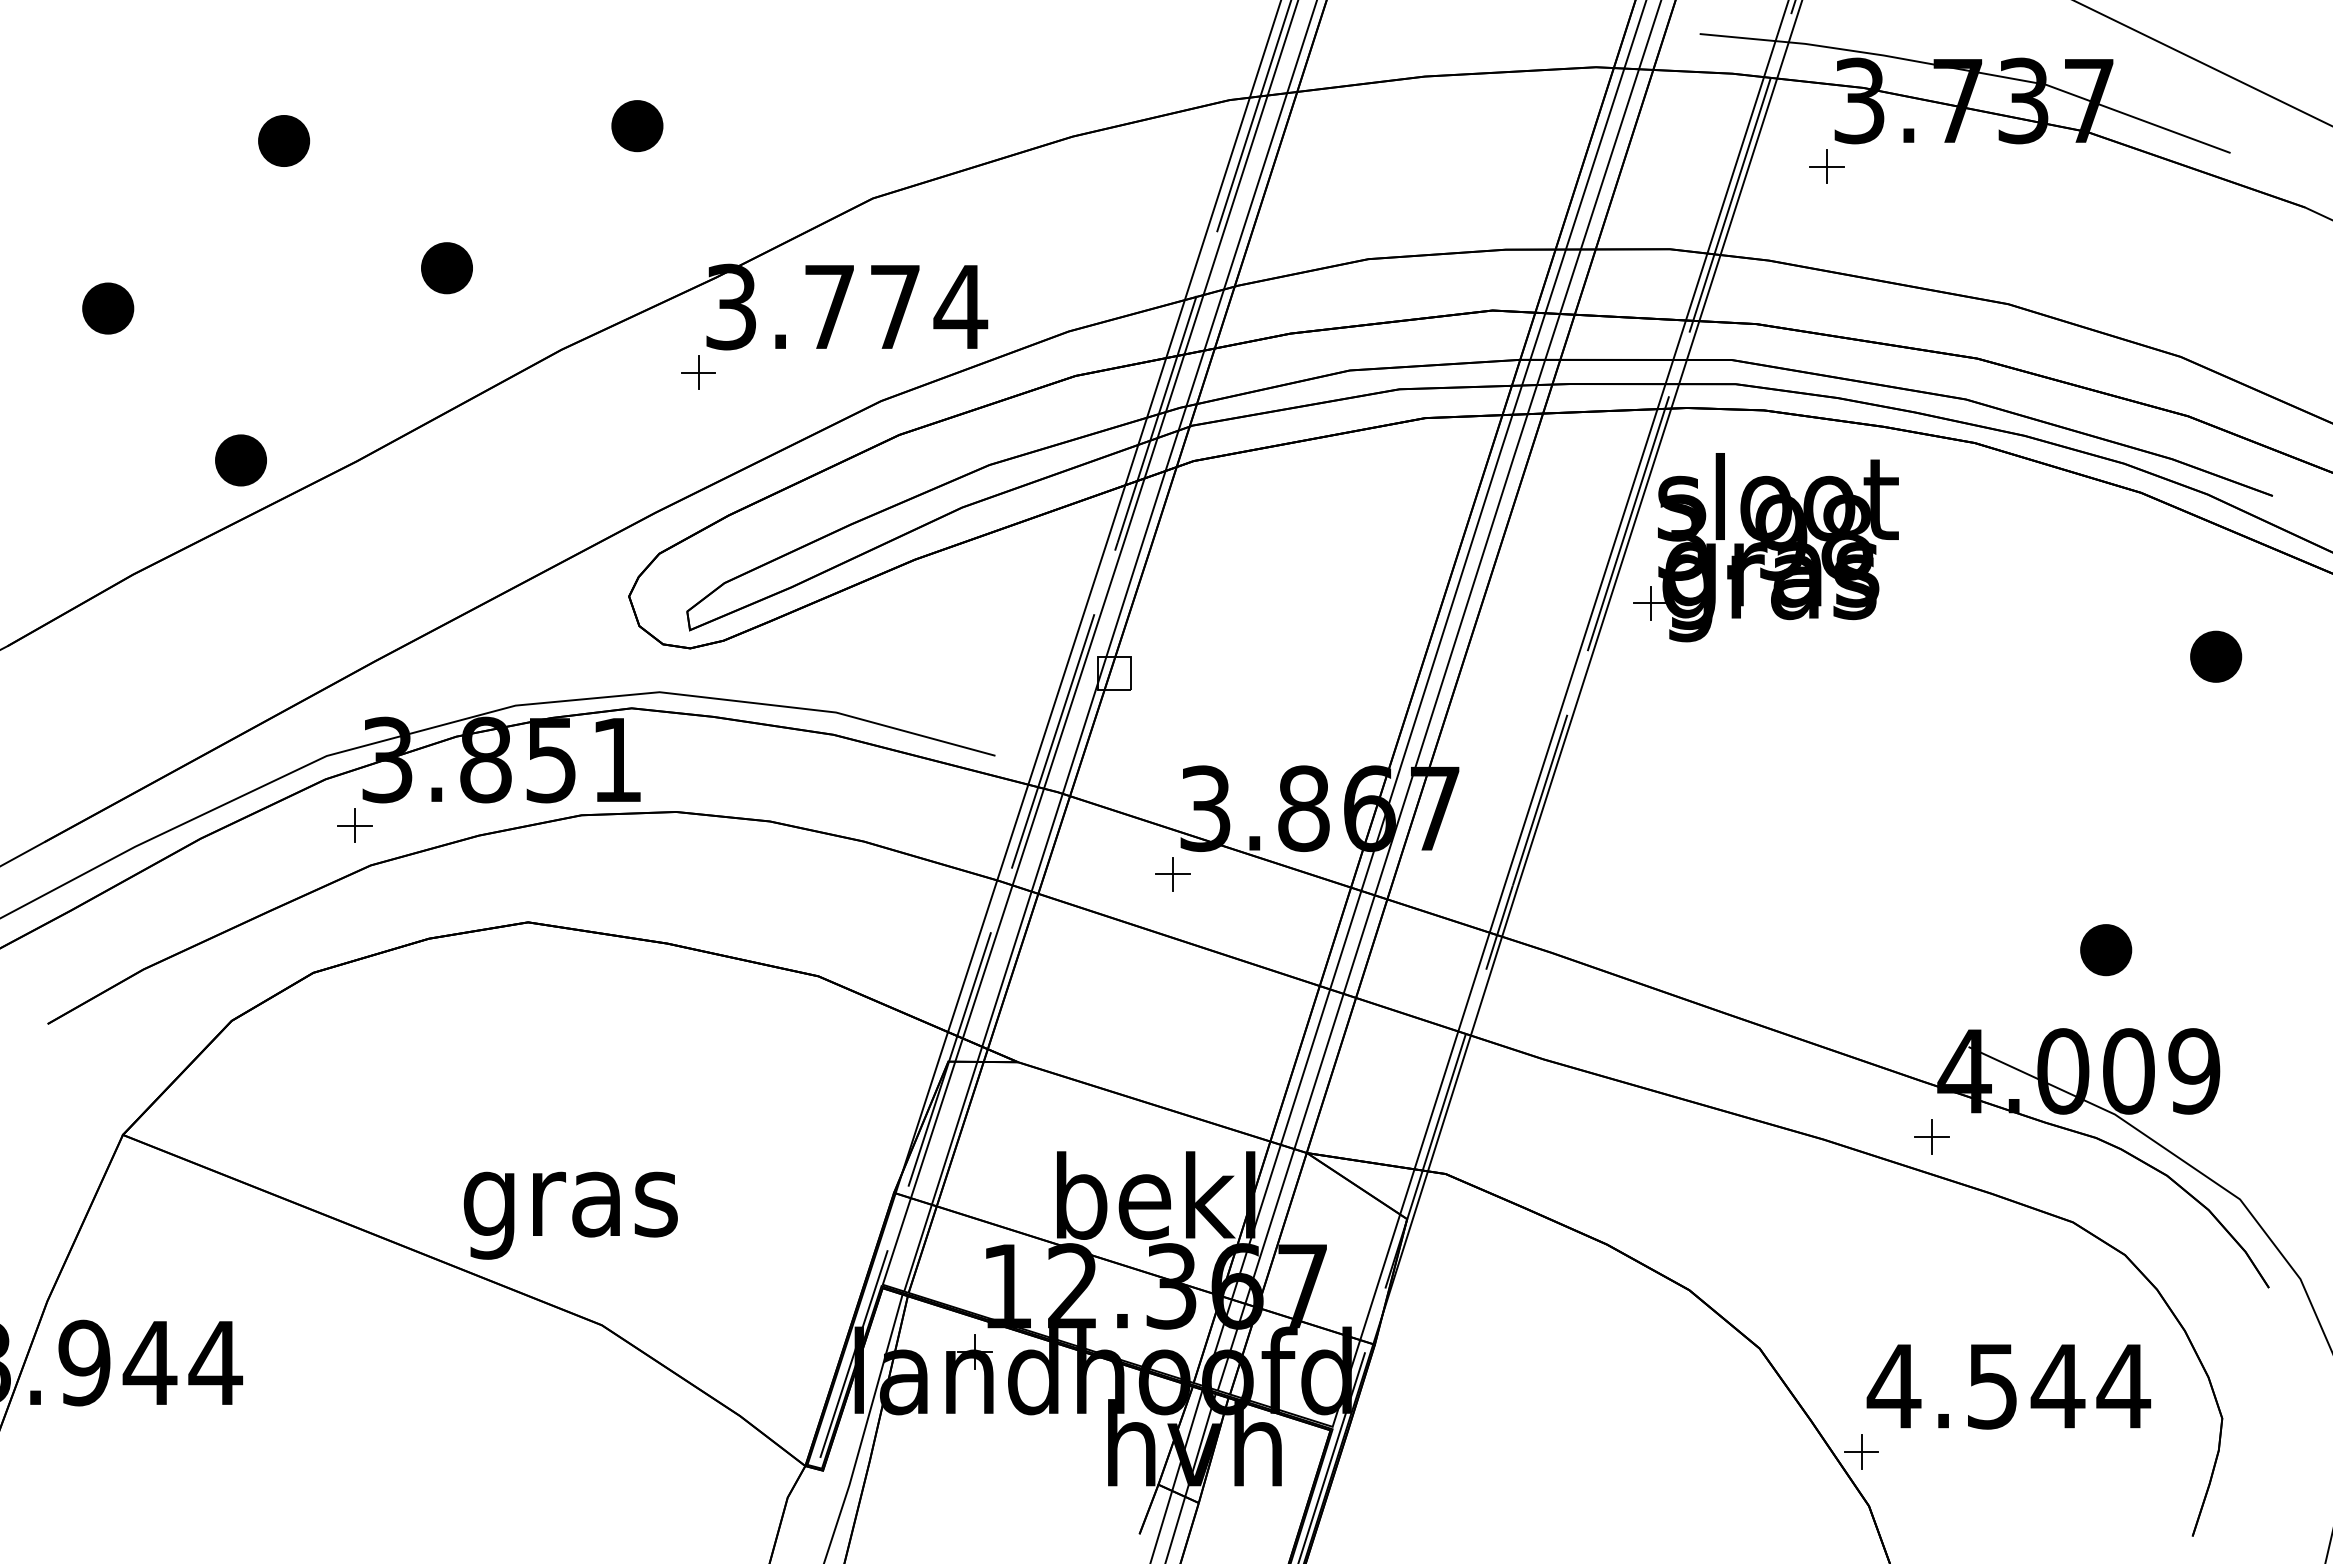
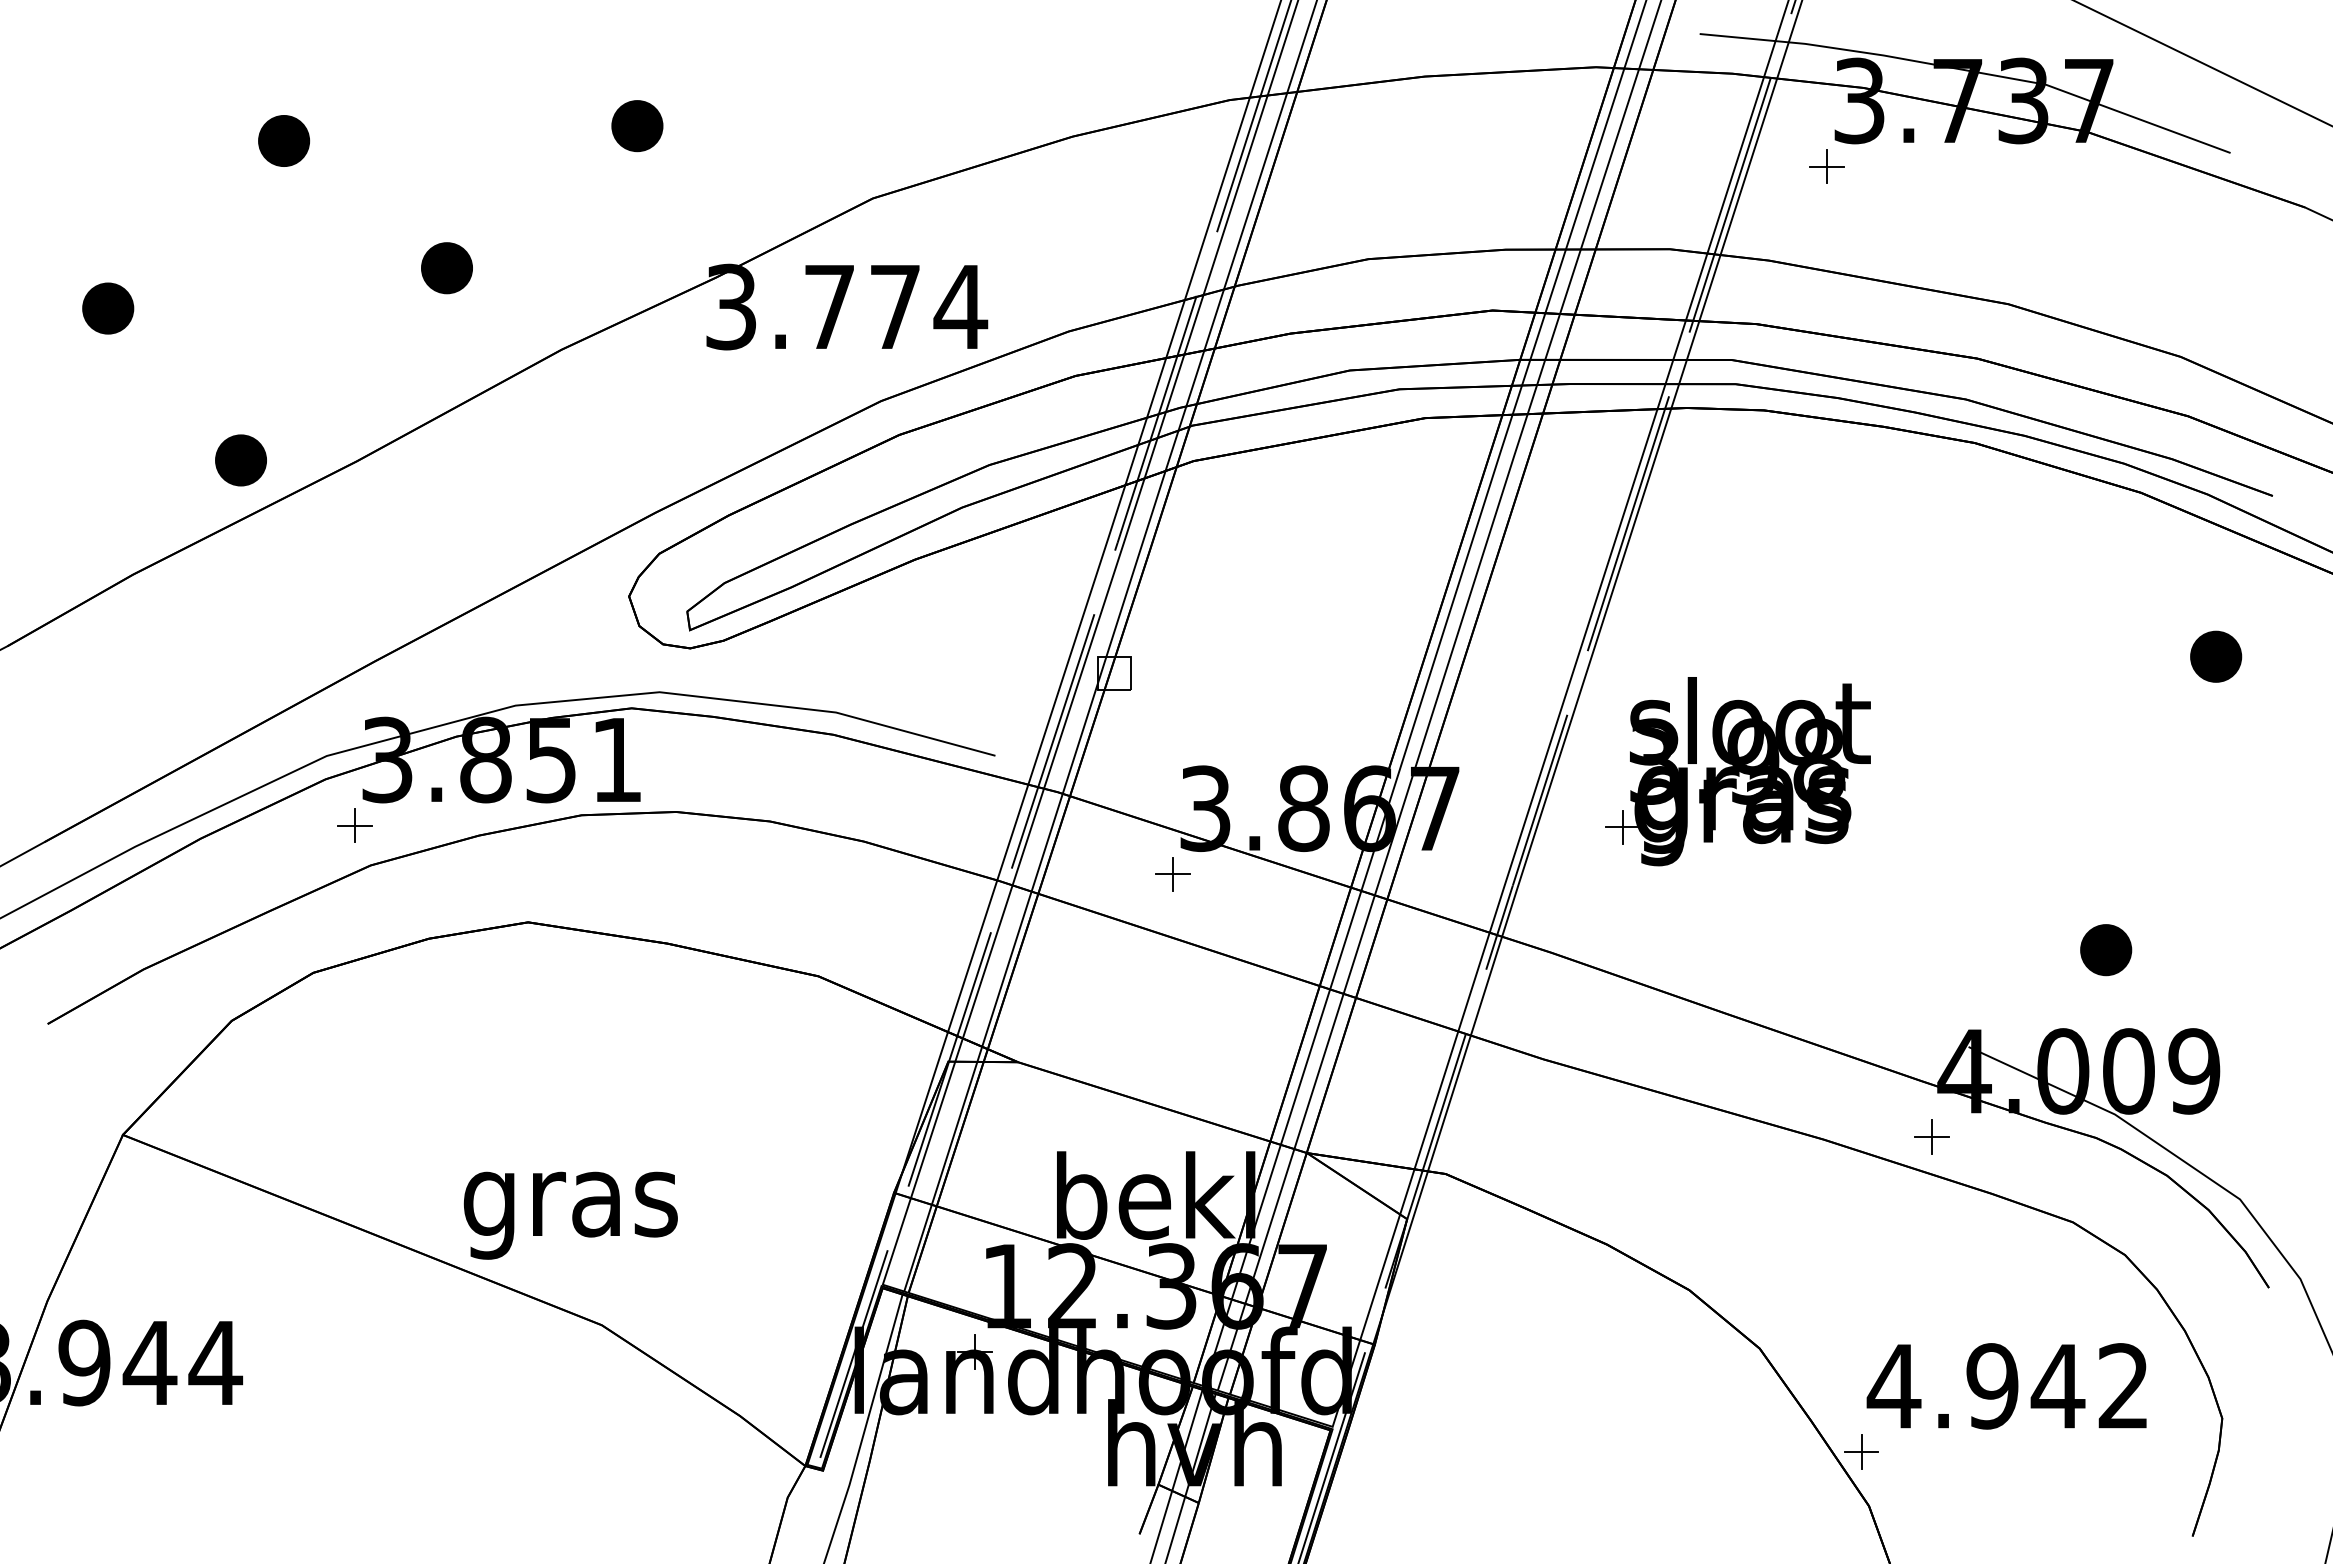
part at (698, 372): present -> none
part at (1765, 547) position: (1765, 547) -> (1737, 771)
text at (2058, 1386): 4.544 -> 4.942
